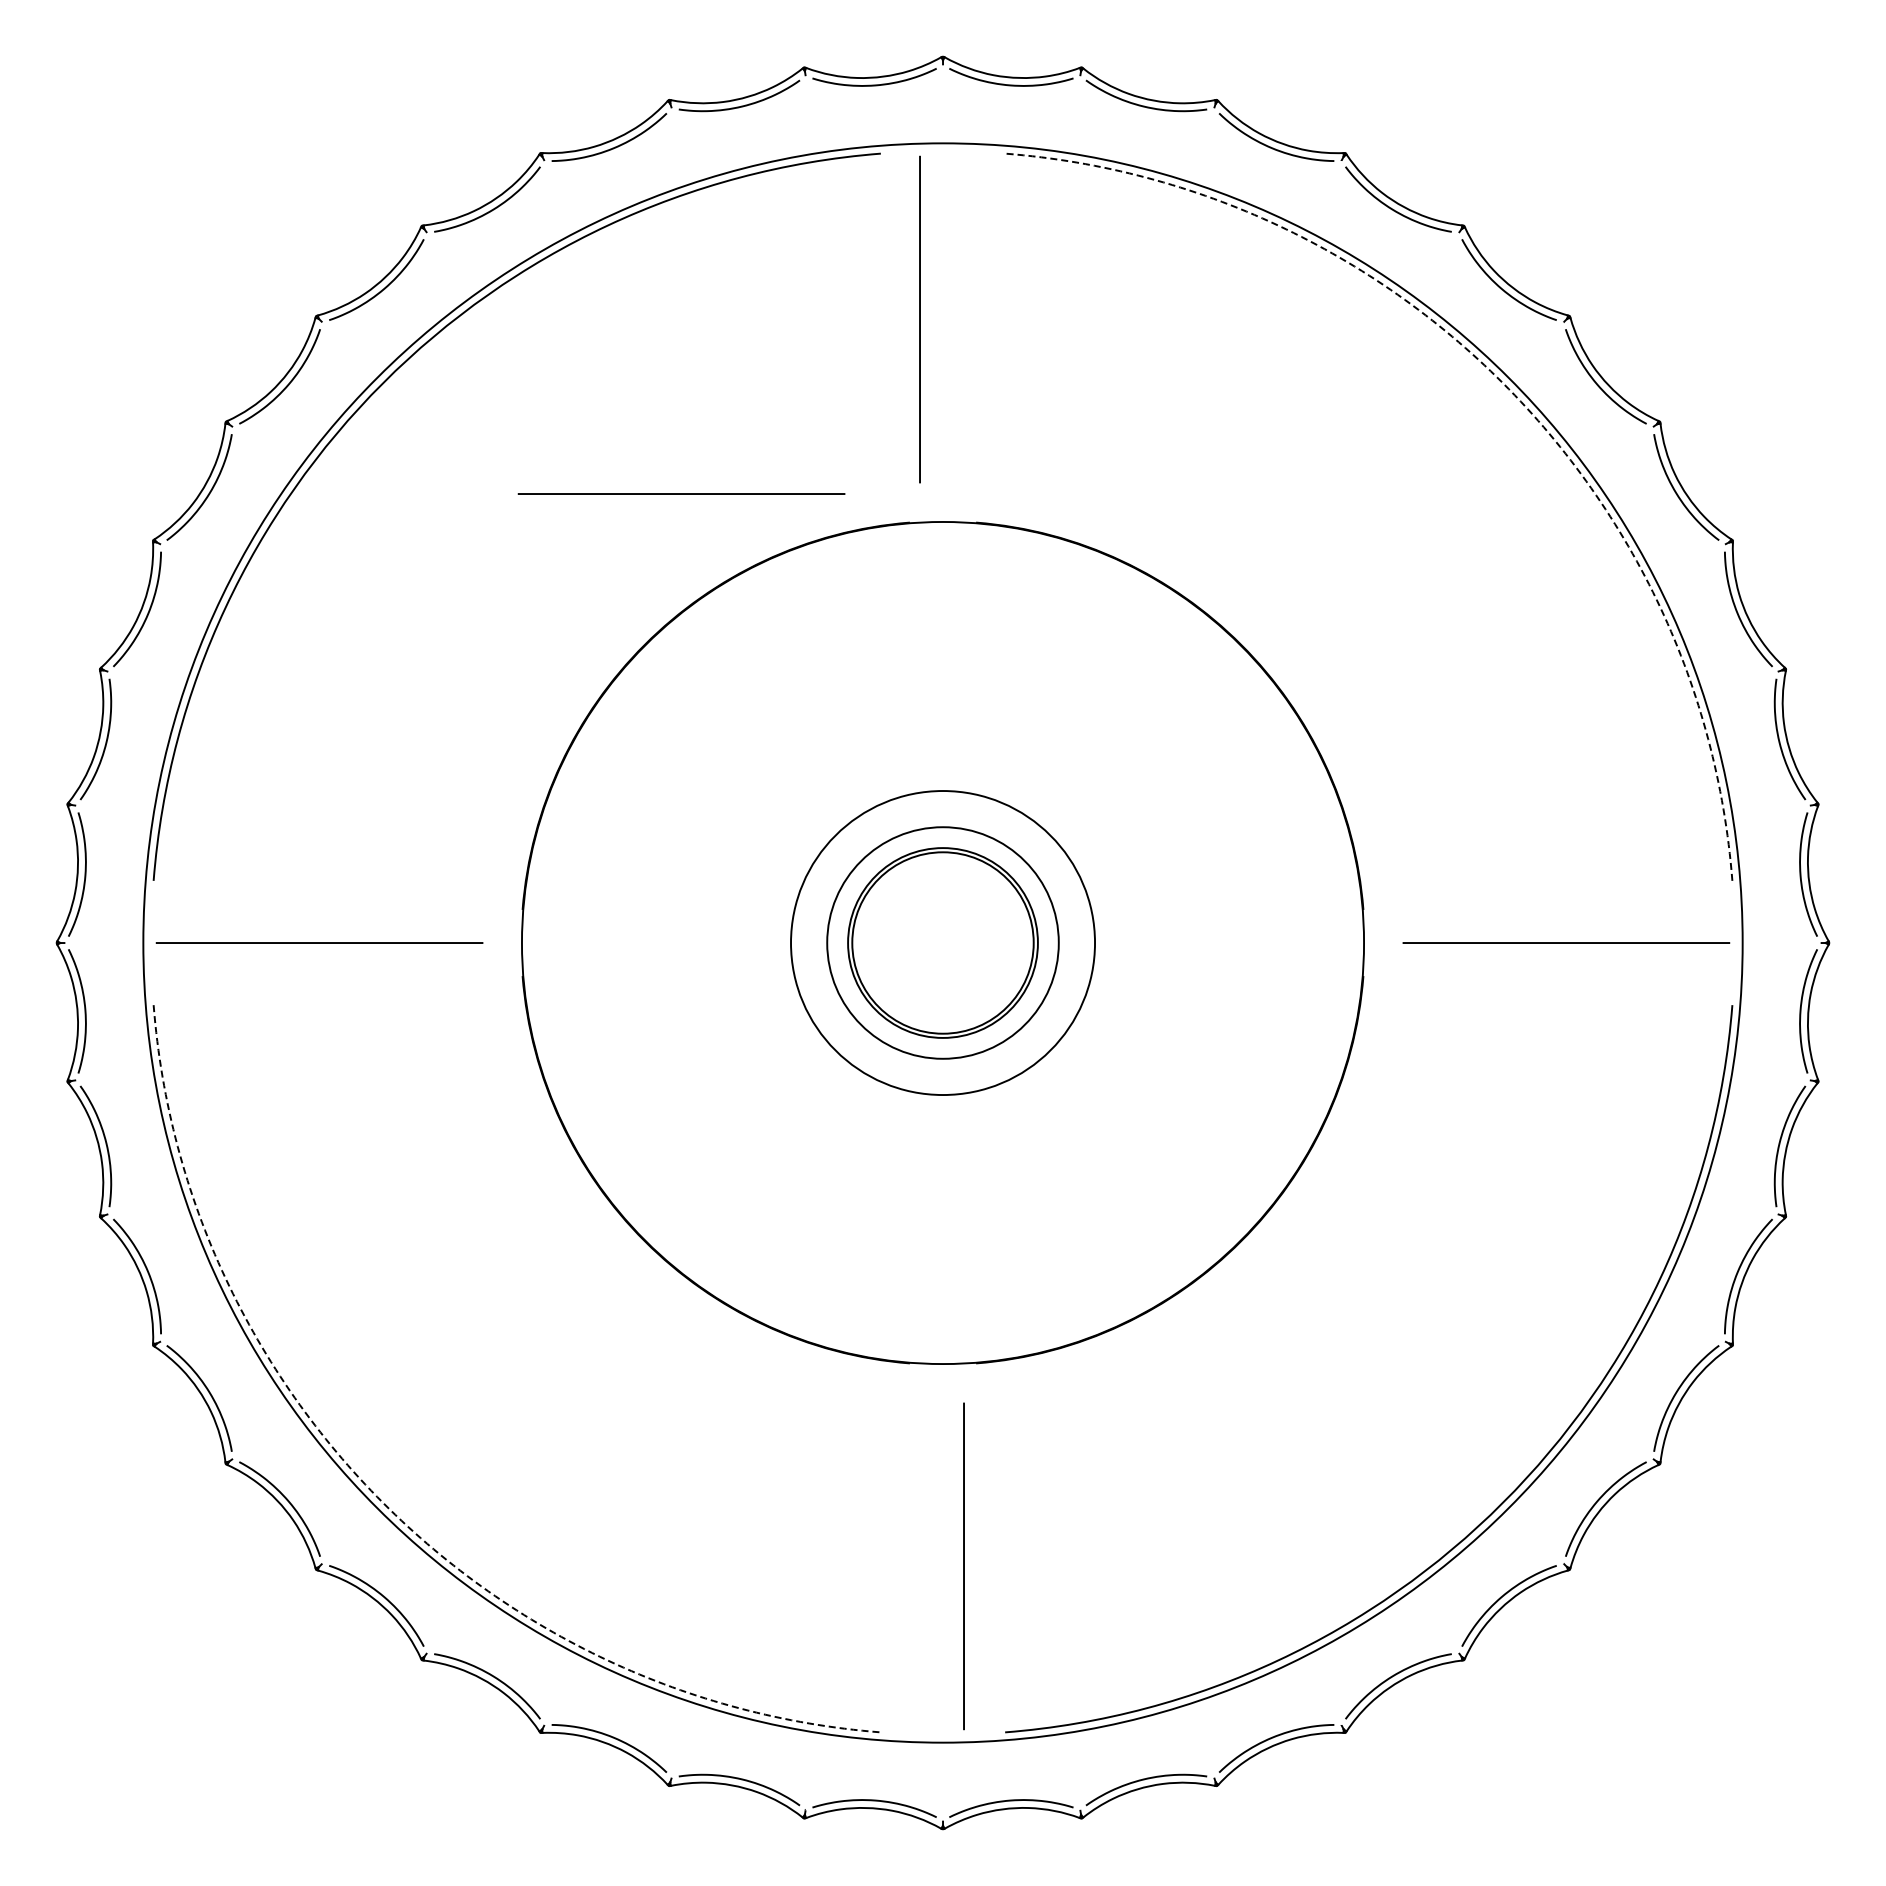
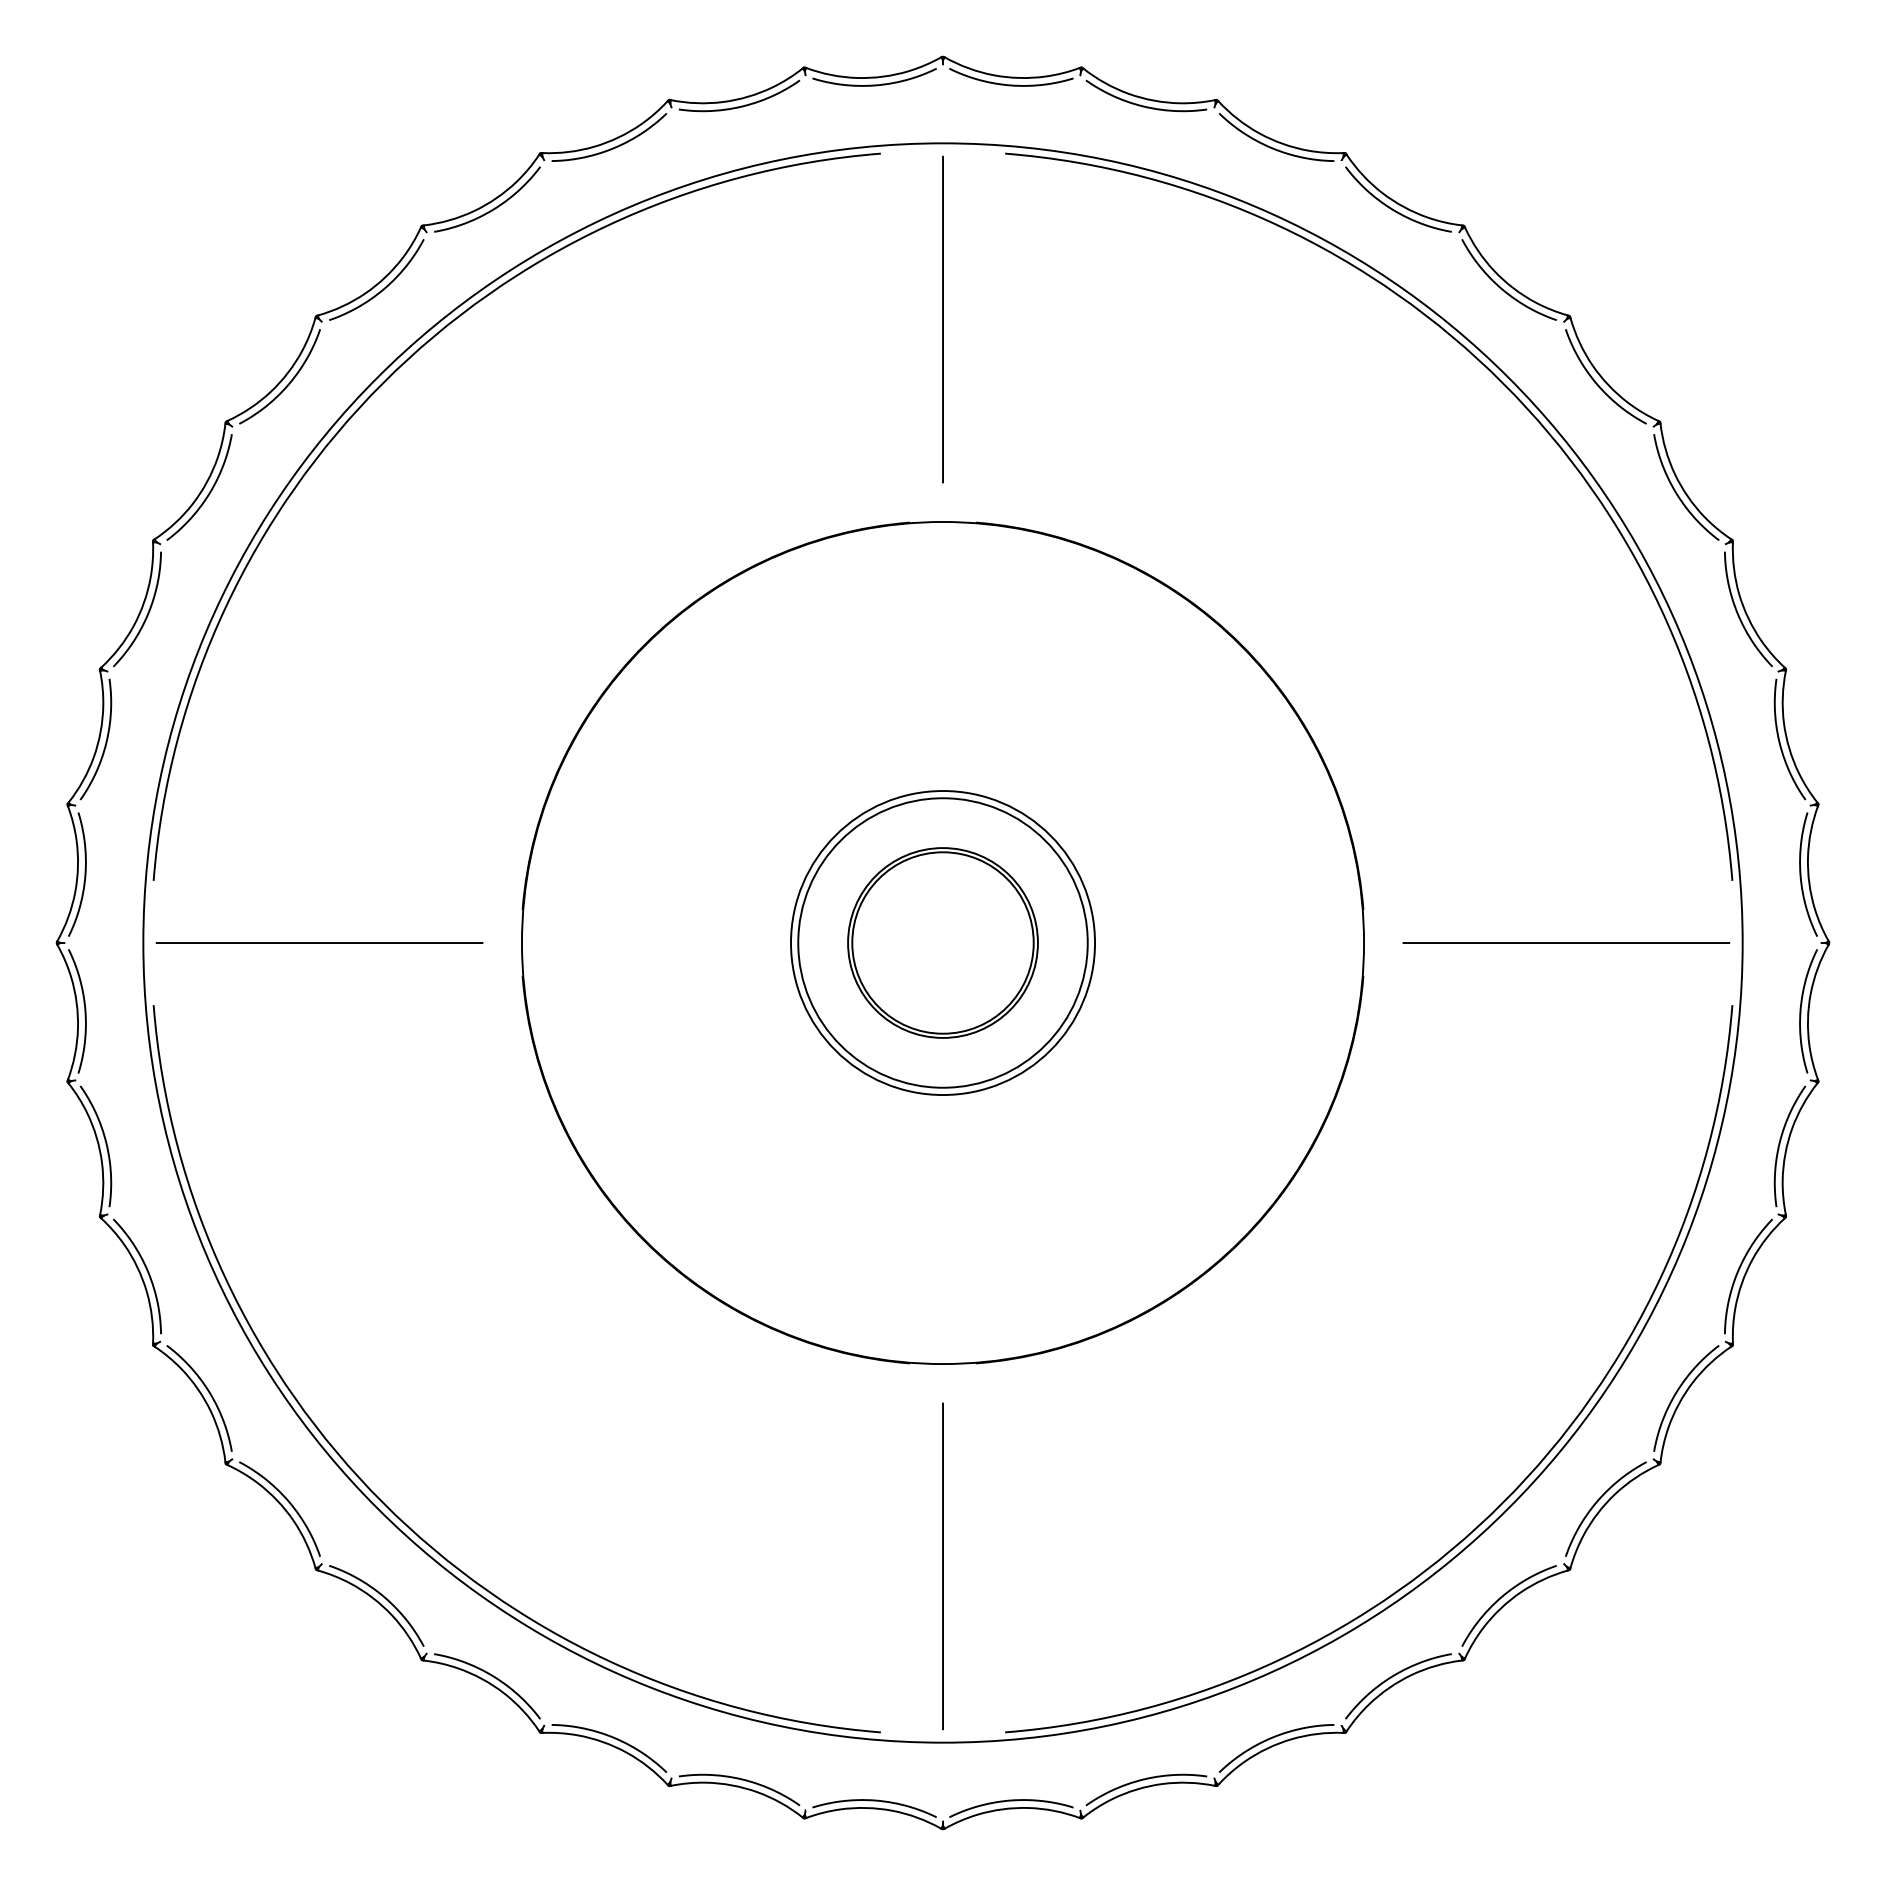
line at (919, 319) position: (919, 319) -> (942, 319)
arc at (1502, 383): dashed -> solid
line at (681, 493): present -> none
circle at (942, 942) diameter: 232 px -> 289 px
arc at (383, 1502): dashed -> solid
line at (963, 1566) position: (963, 1566) -> (942, 1566)
